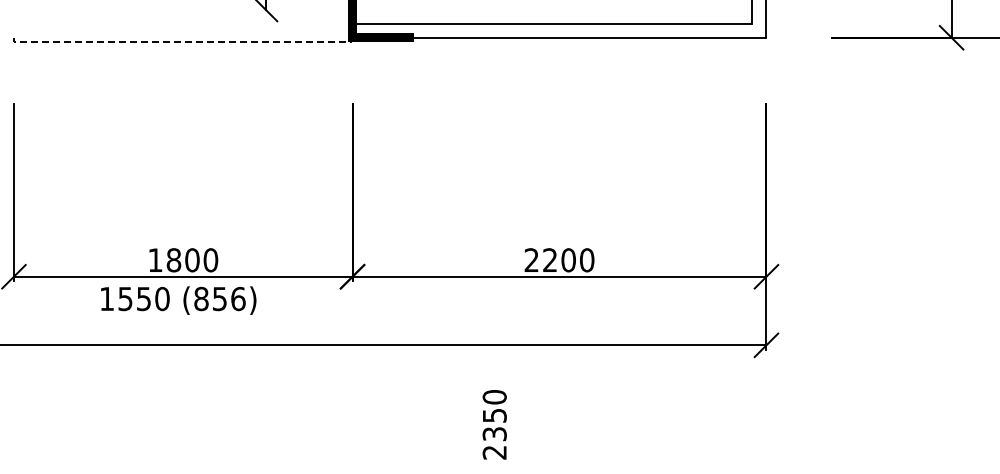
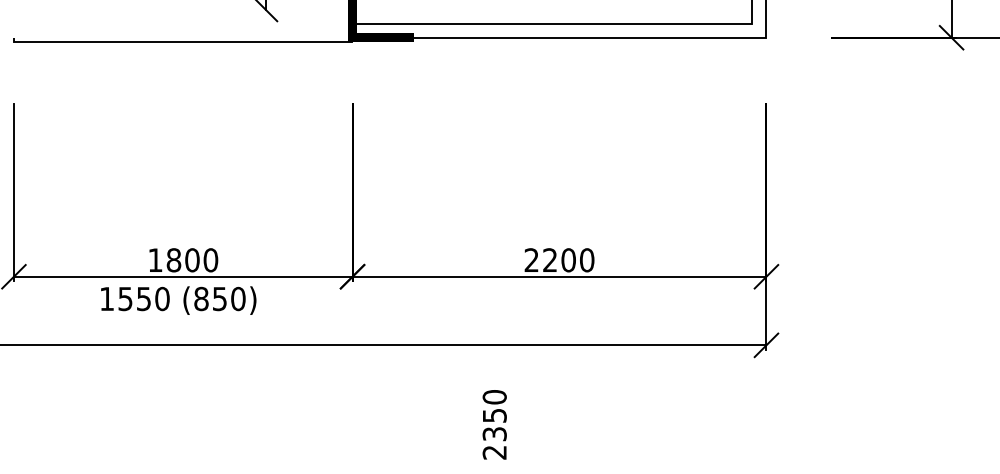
line at (182, 42): dashed -> solid
text at (238, 298): (856) -> (850)
